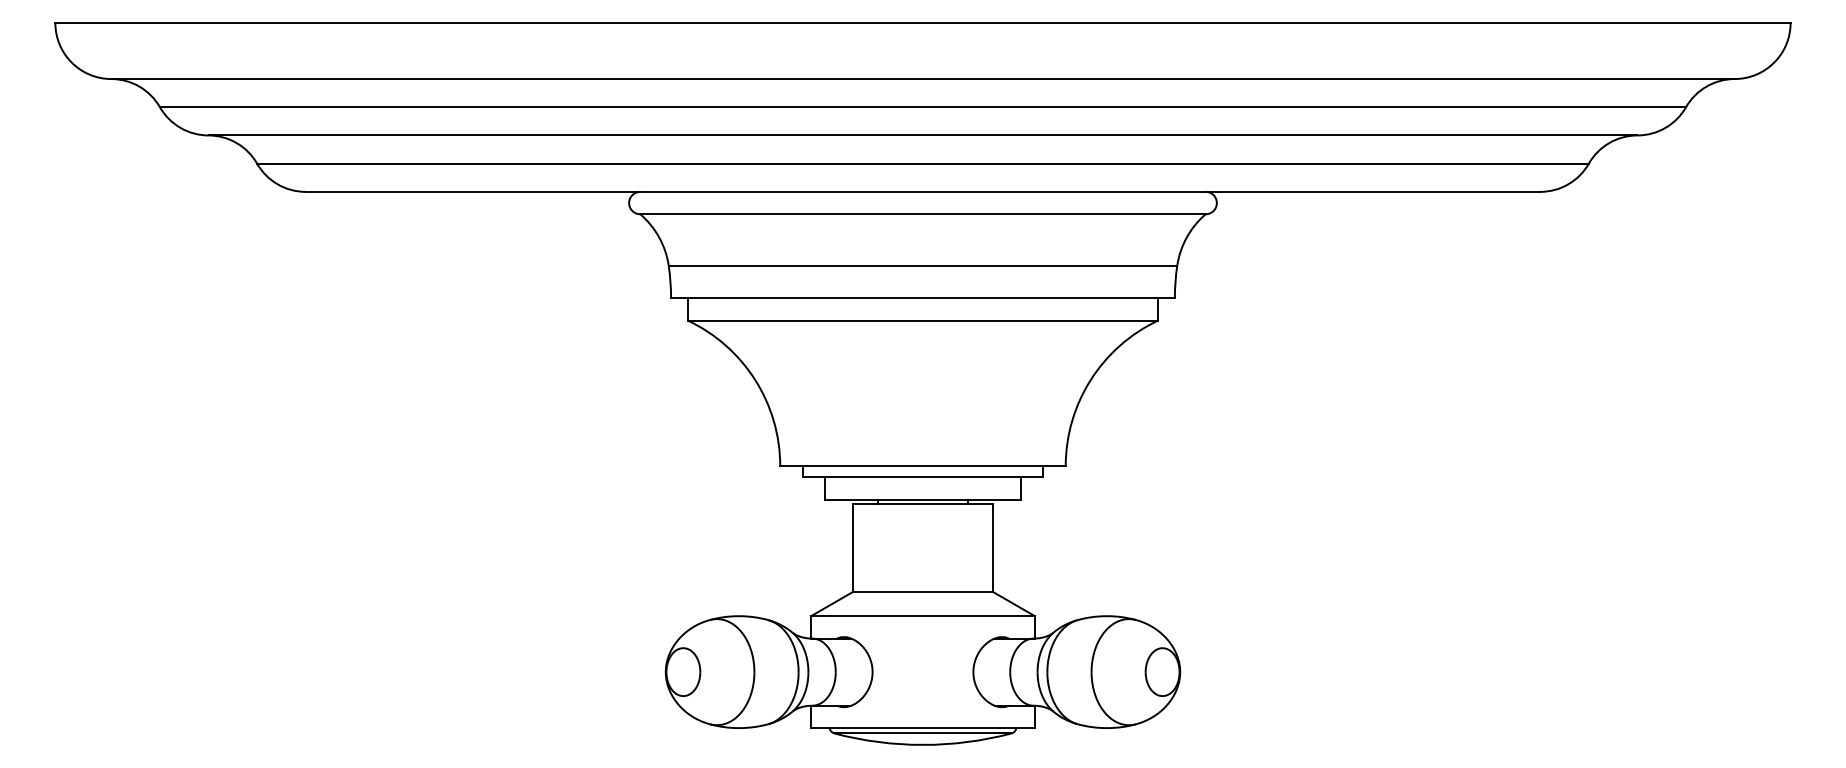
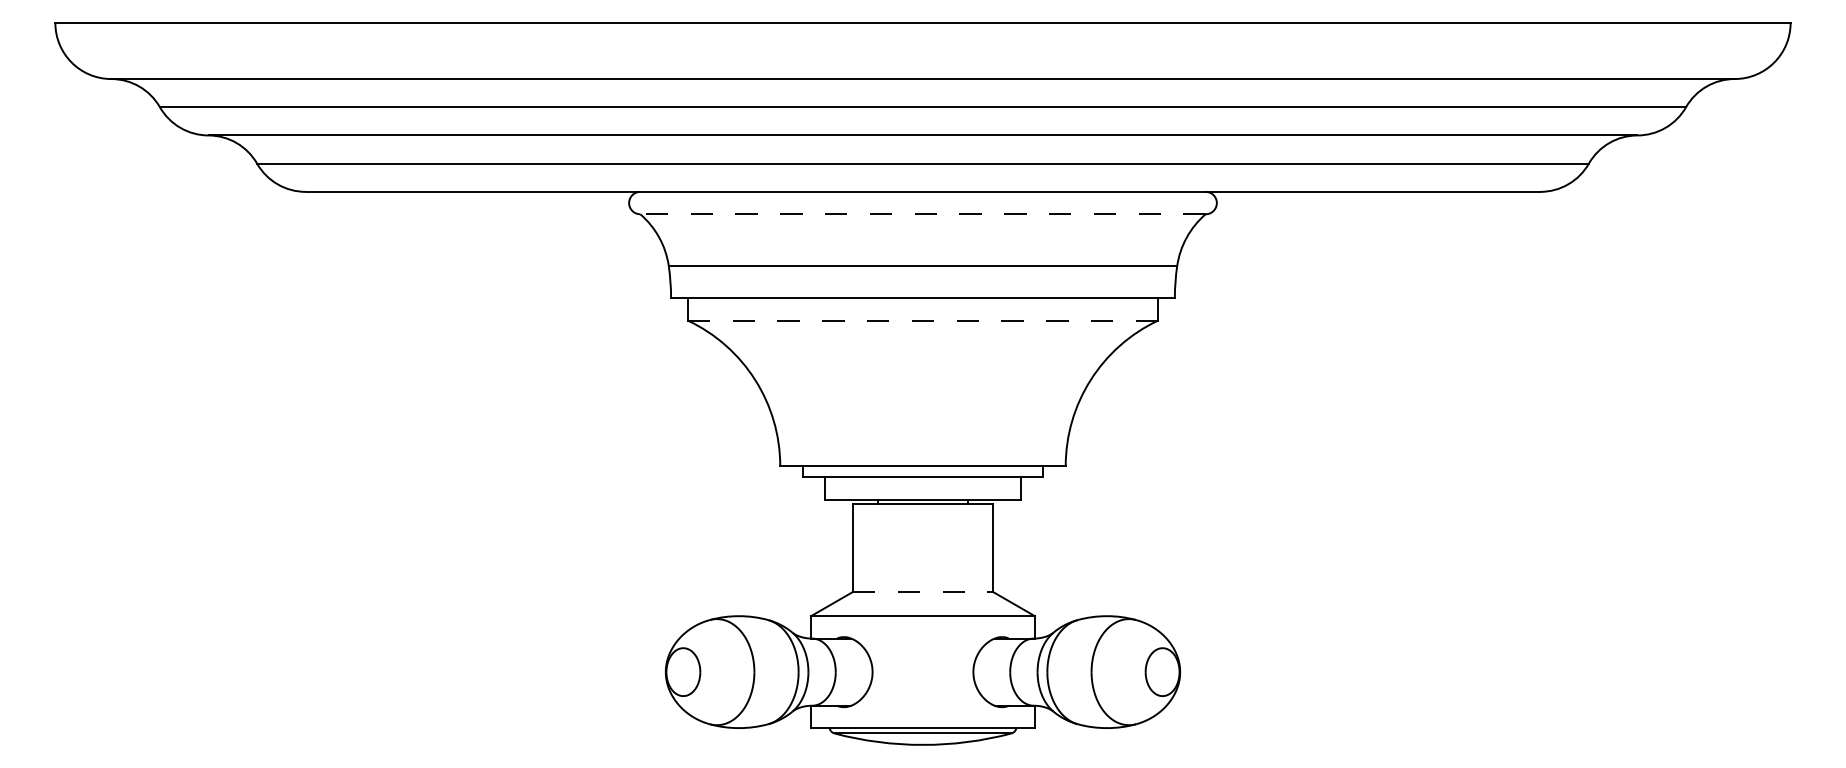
line at (922, 214): solid -> dashed
line at (923, 320): solid -> dashed
line at (922, 591): solid -> dashed
